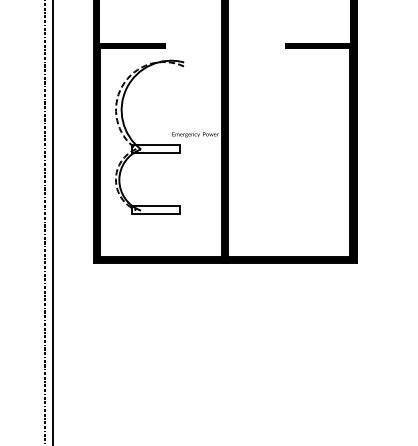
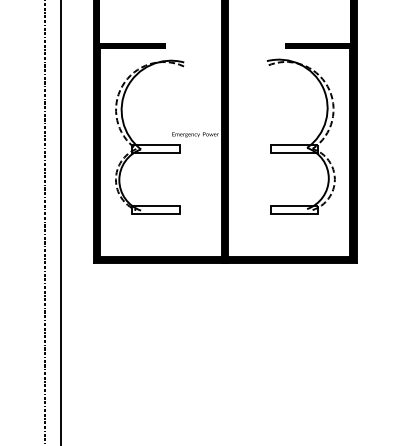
part at (300, 144): none -> present
line at (53, 222) position: (53, 222) -> (61, 222)
